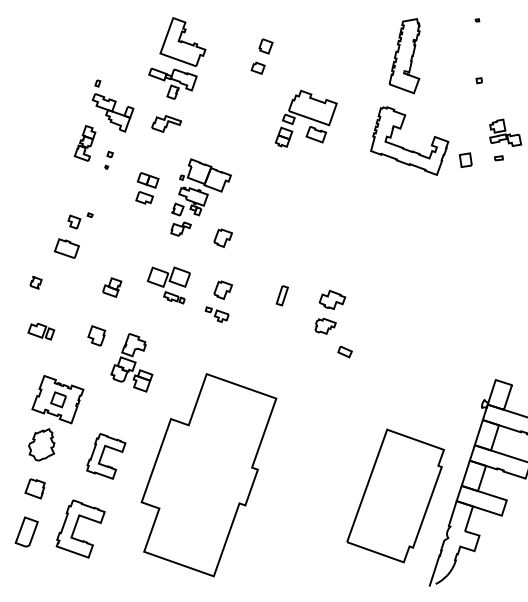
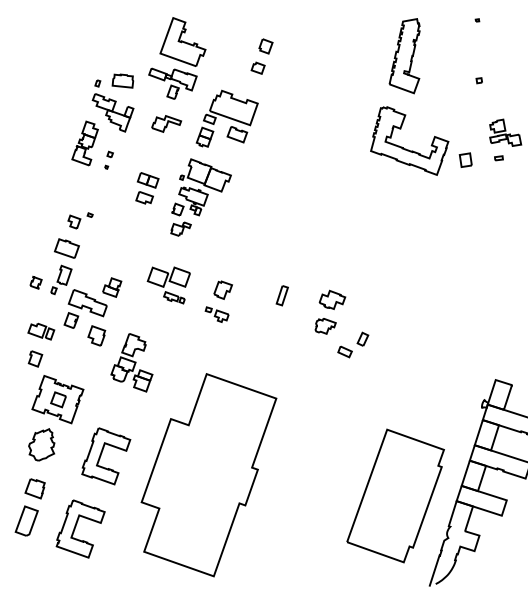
part at (122, 80): none -> present
part at (305, 118) position: (305, 118) -> (226, 118)
part at (84, 143) size: 24x37 px -> 28x47 px
part at (222, 237): present -> none
part at (78, 296): none -> present
part at (362, 338): none -> present
part at (35, 358): none -> present
part at (106, 456) size: 41x47 px -> 51x59 px
part at (26, 531) position: (26, 531) -> (26, 520)
